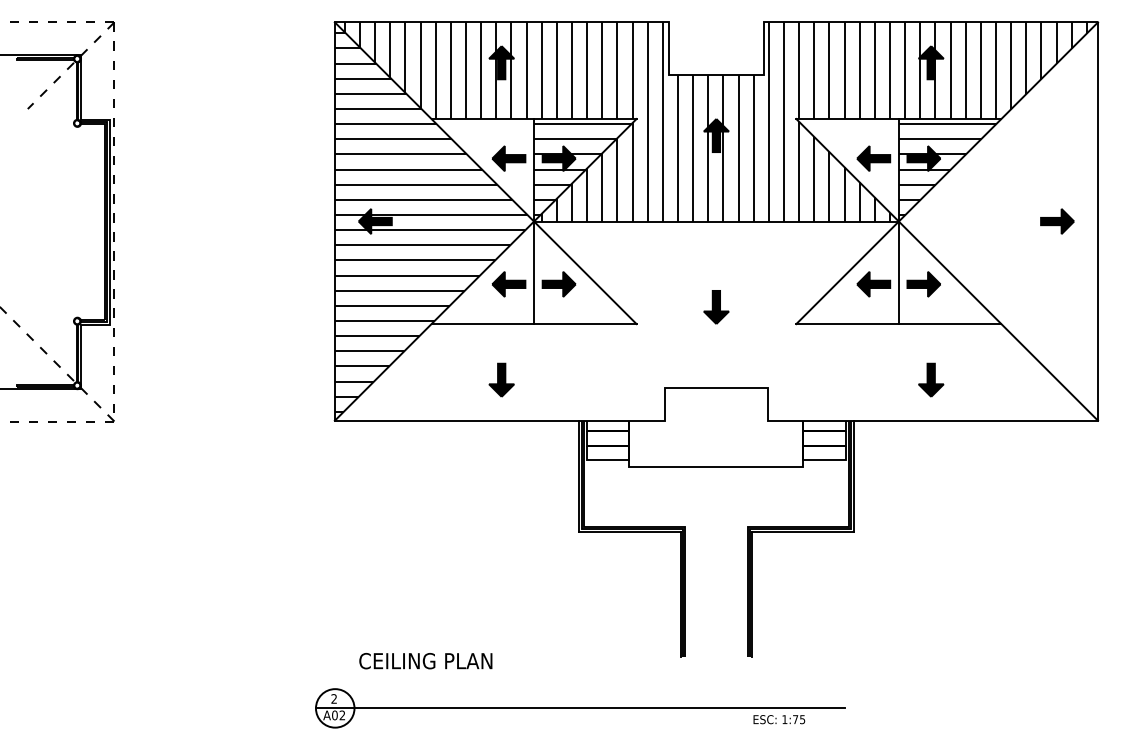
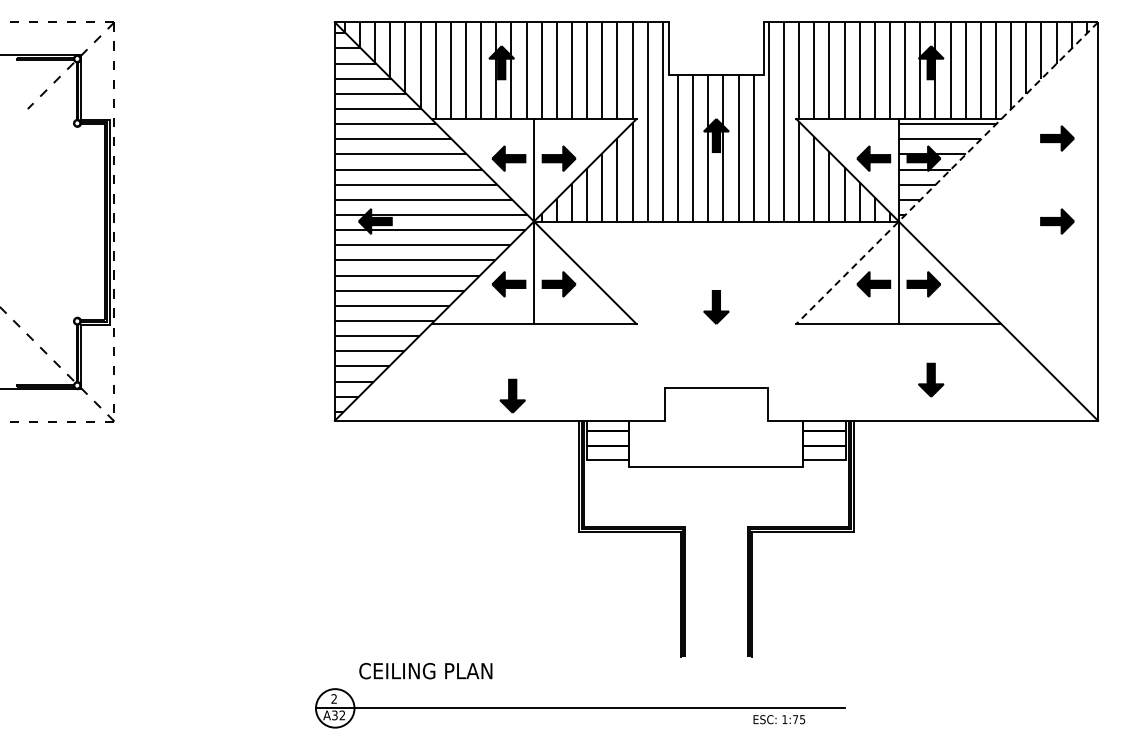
part at (1057, 138): none -> present
hatch at (582, 169): present -> none
line at (946, 173): solid -> dashed
part at (501, 379) position: (501, 379) -> (512, 395)
text at (425, 661) position: (425, 661) -> (425, 671)
text at (334, 715): A02 -> A32
